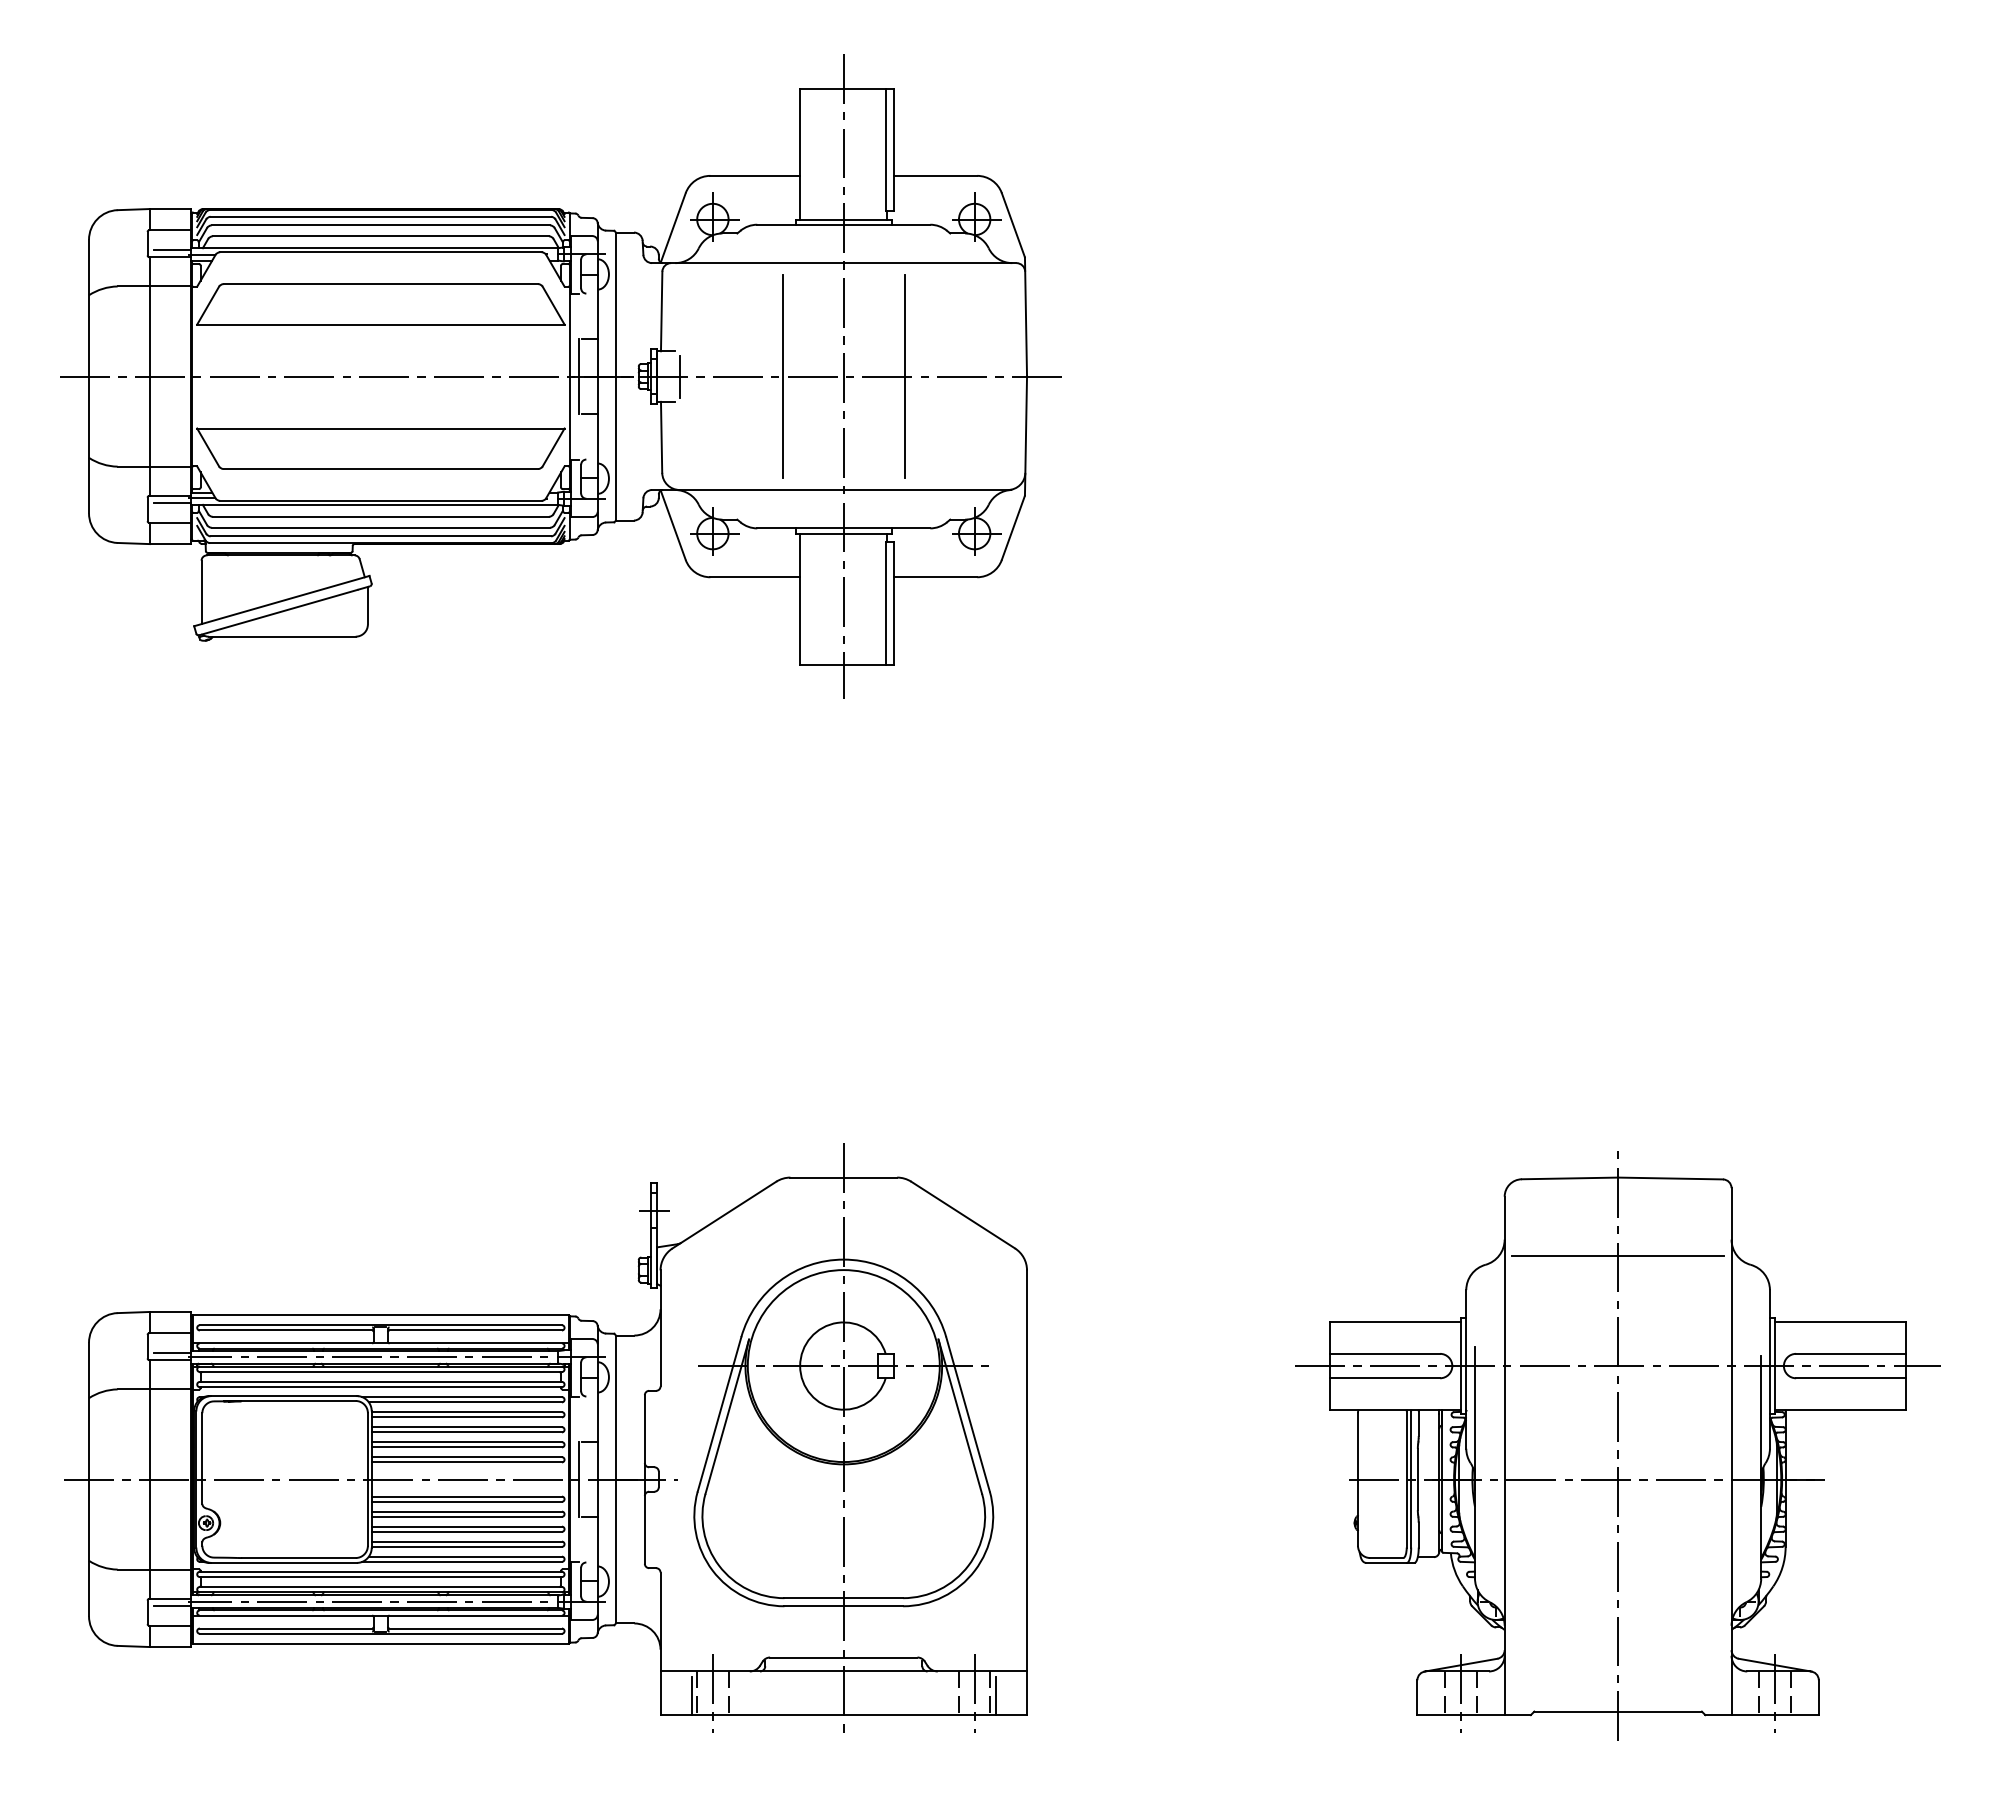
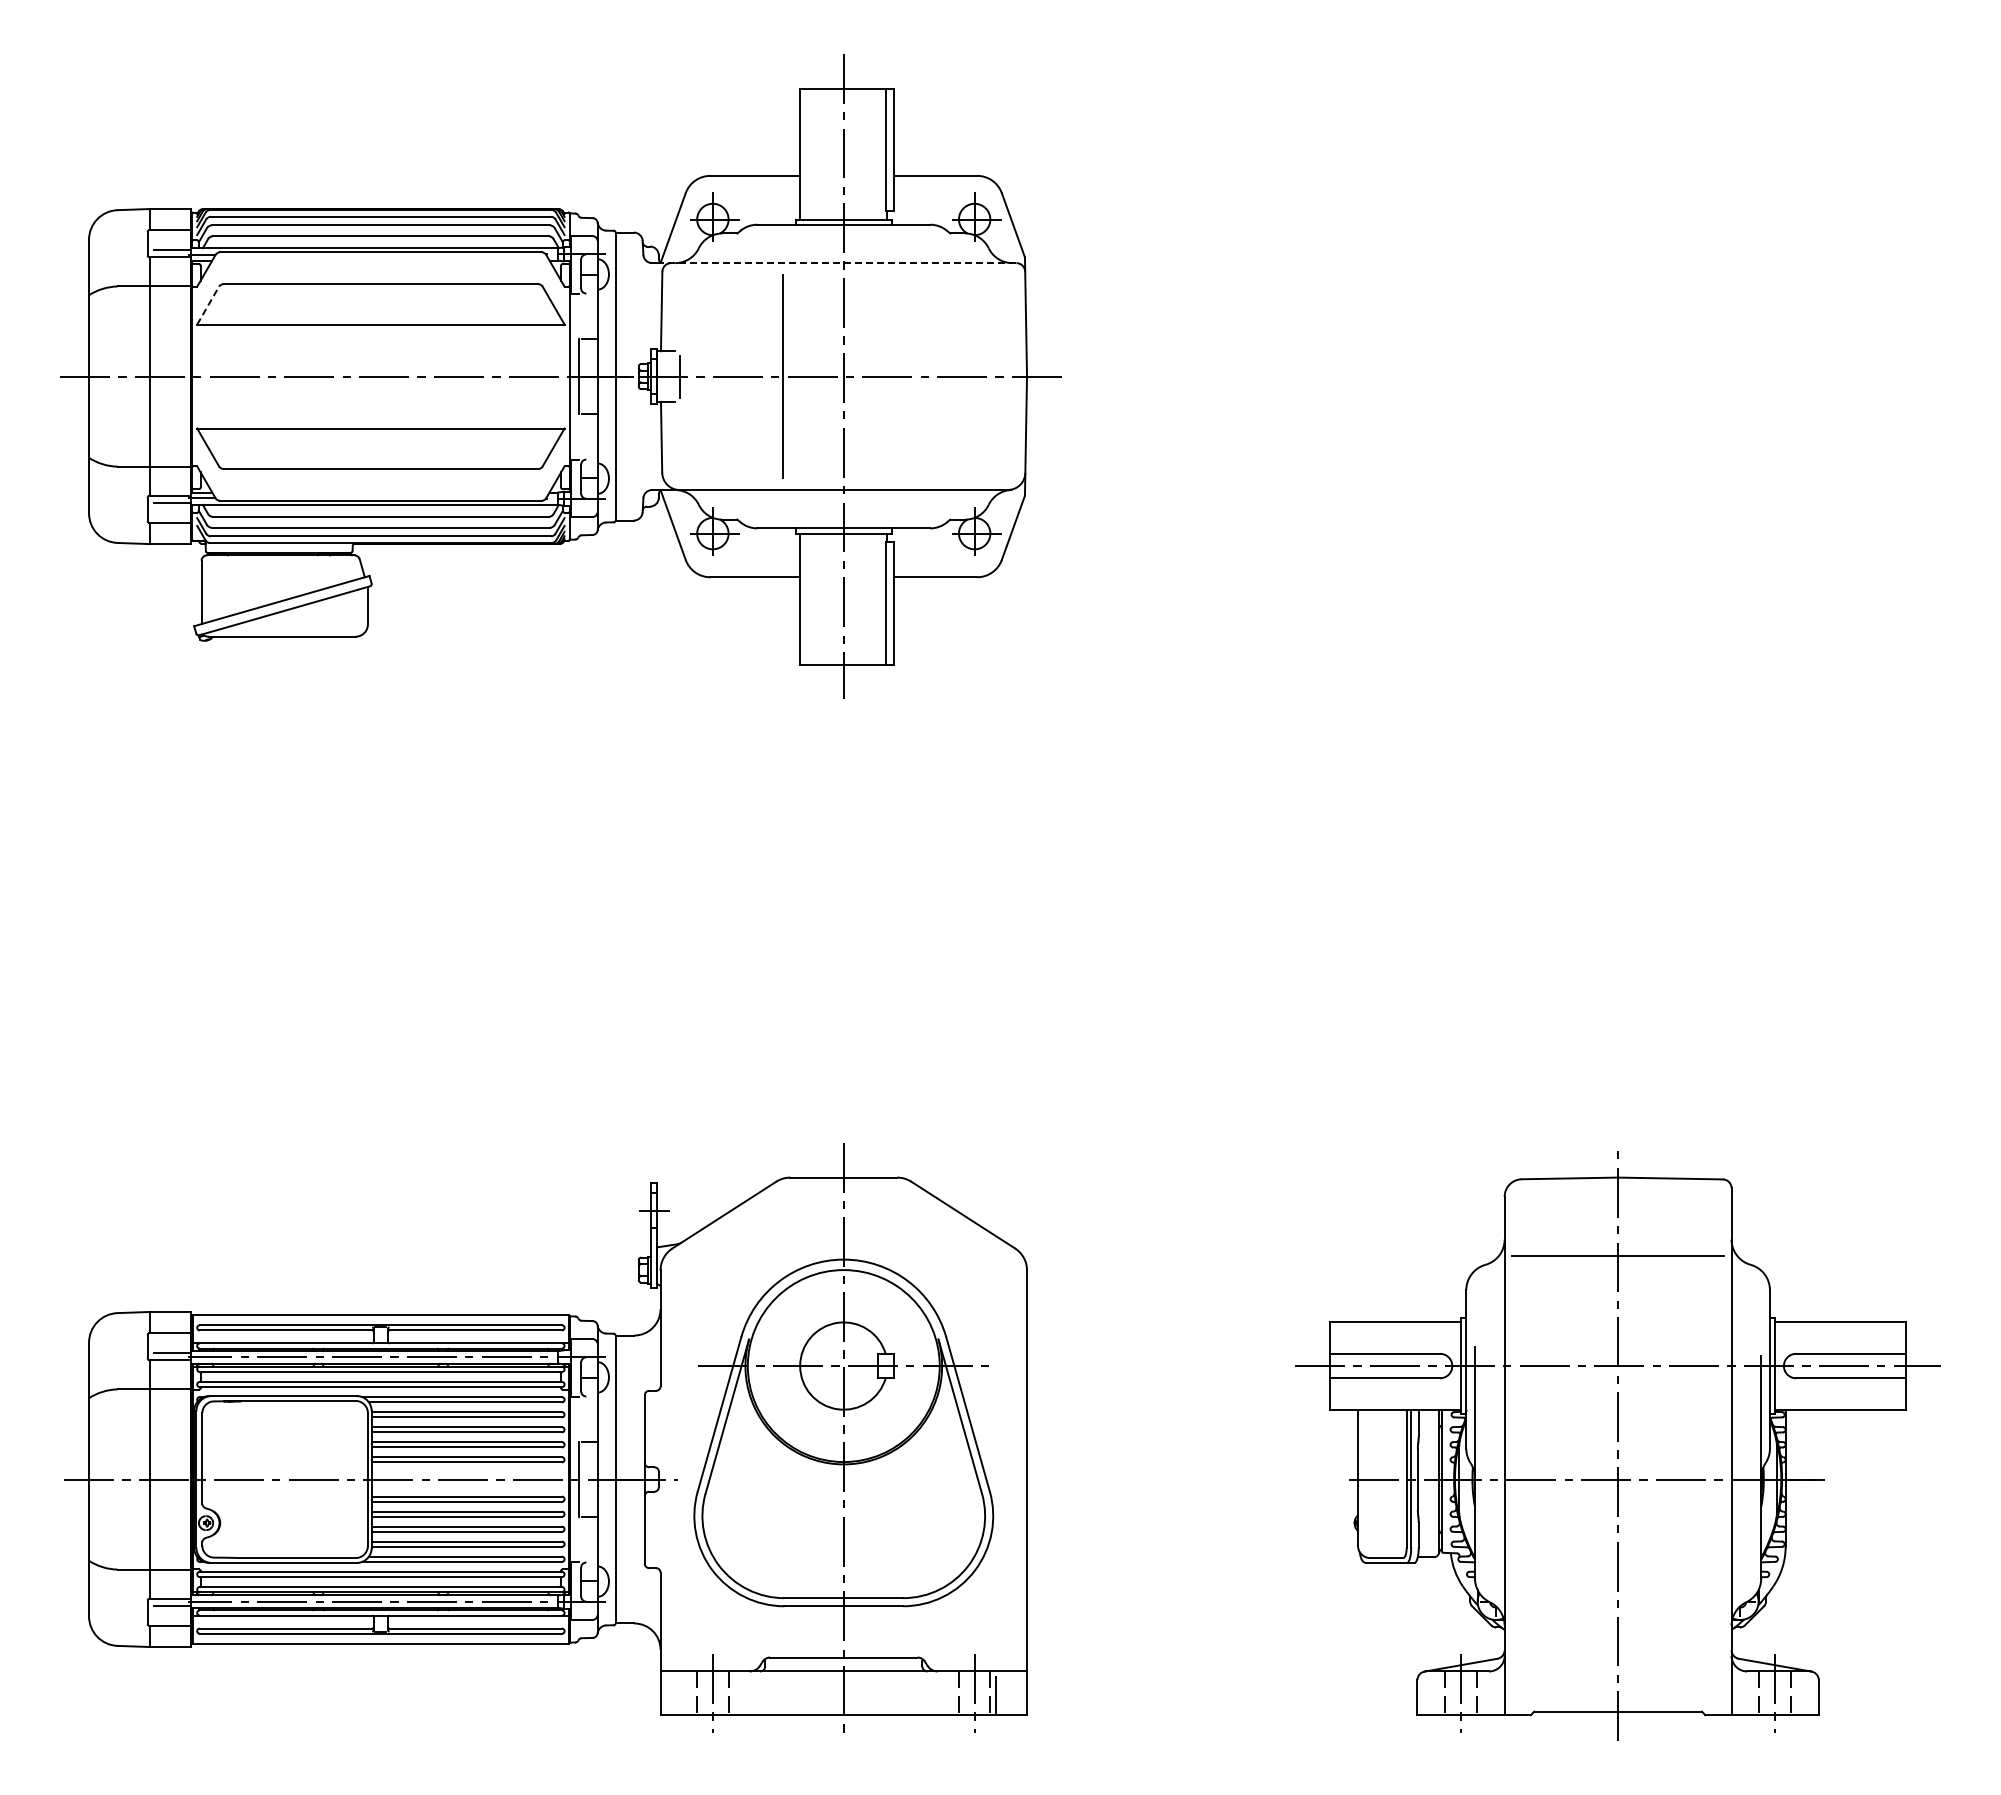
line at (838, 263): solid -> dashed
line at (208, 305): solid -> dashed
line at (904, 376): present -> none
line at (691, 1695): present -> none
